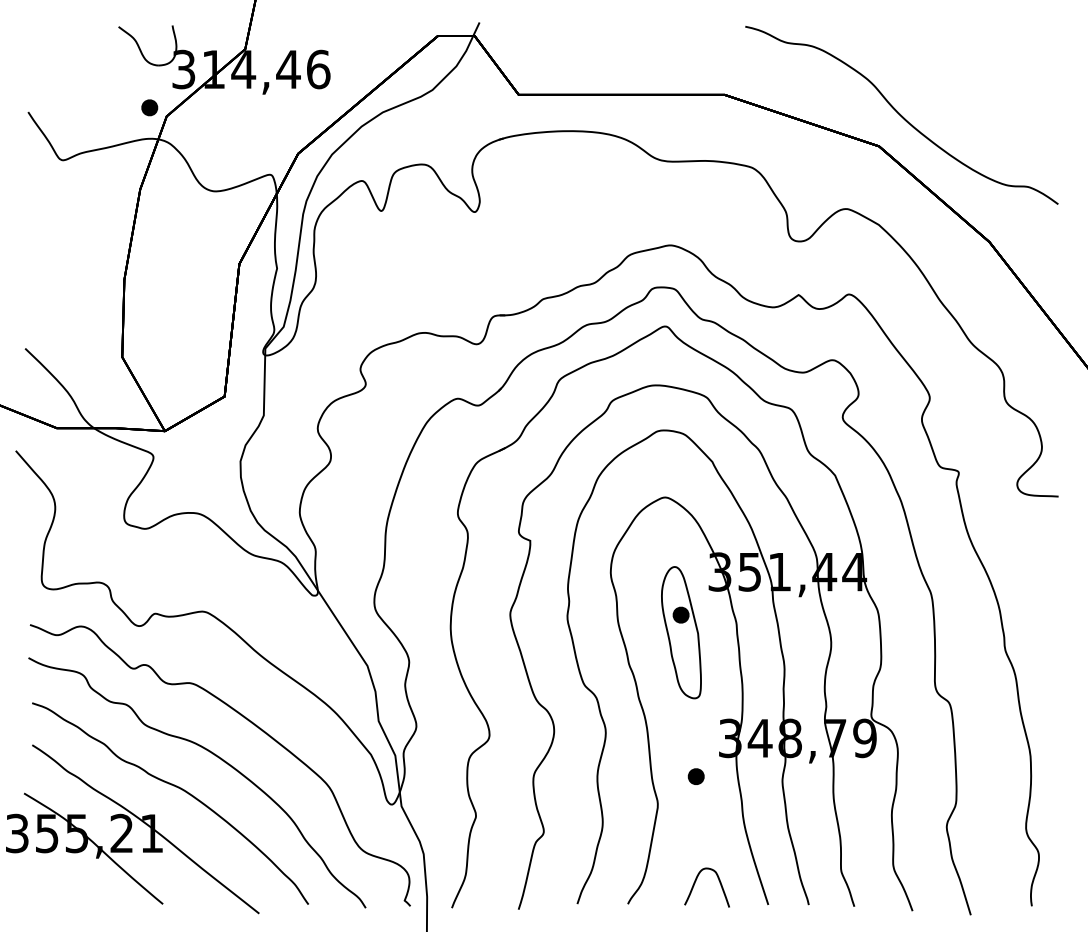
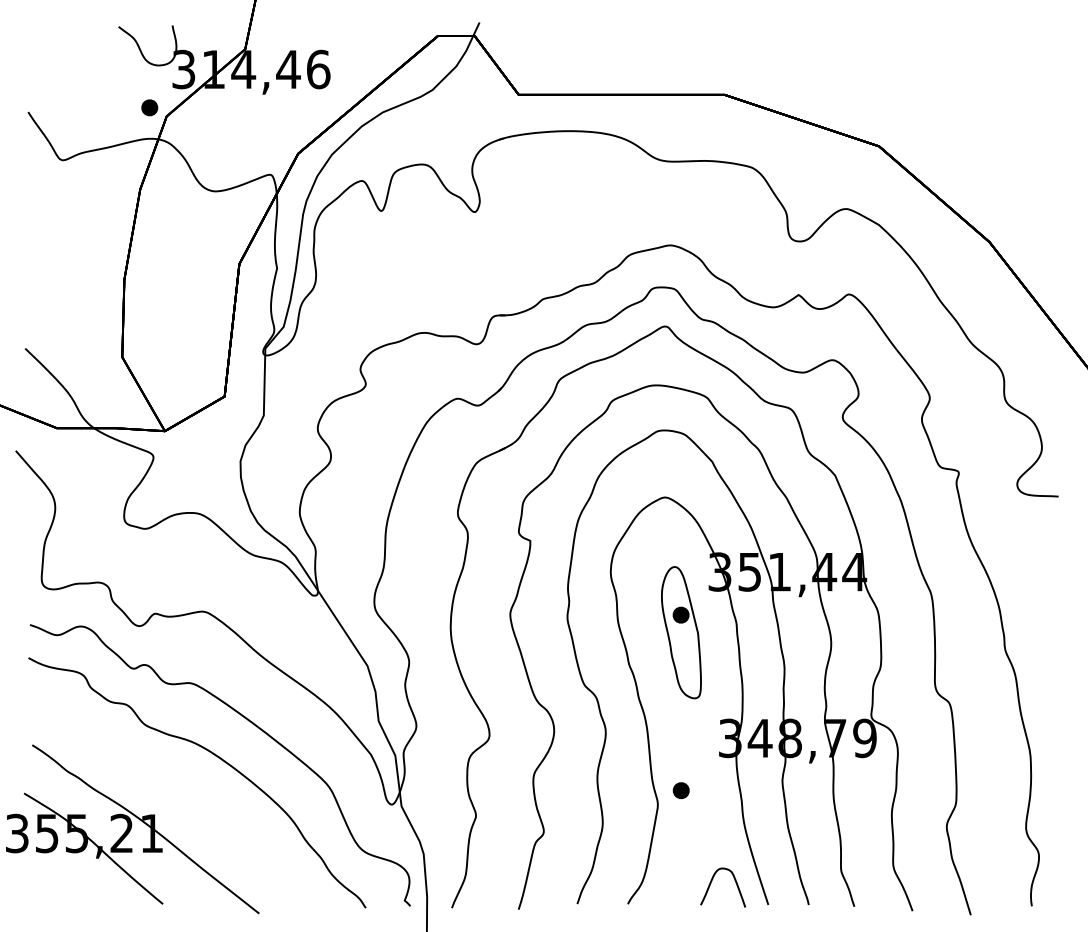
curve at (901, 115): present -> none
part at (695, 776) position: (695, 776) -> (680, 790)
curve at (175, 787): present -> none
curve at (696, 881) position: (696, 881) -> (712, 881)
